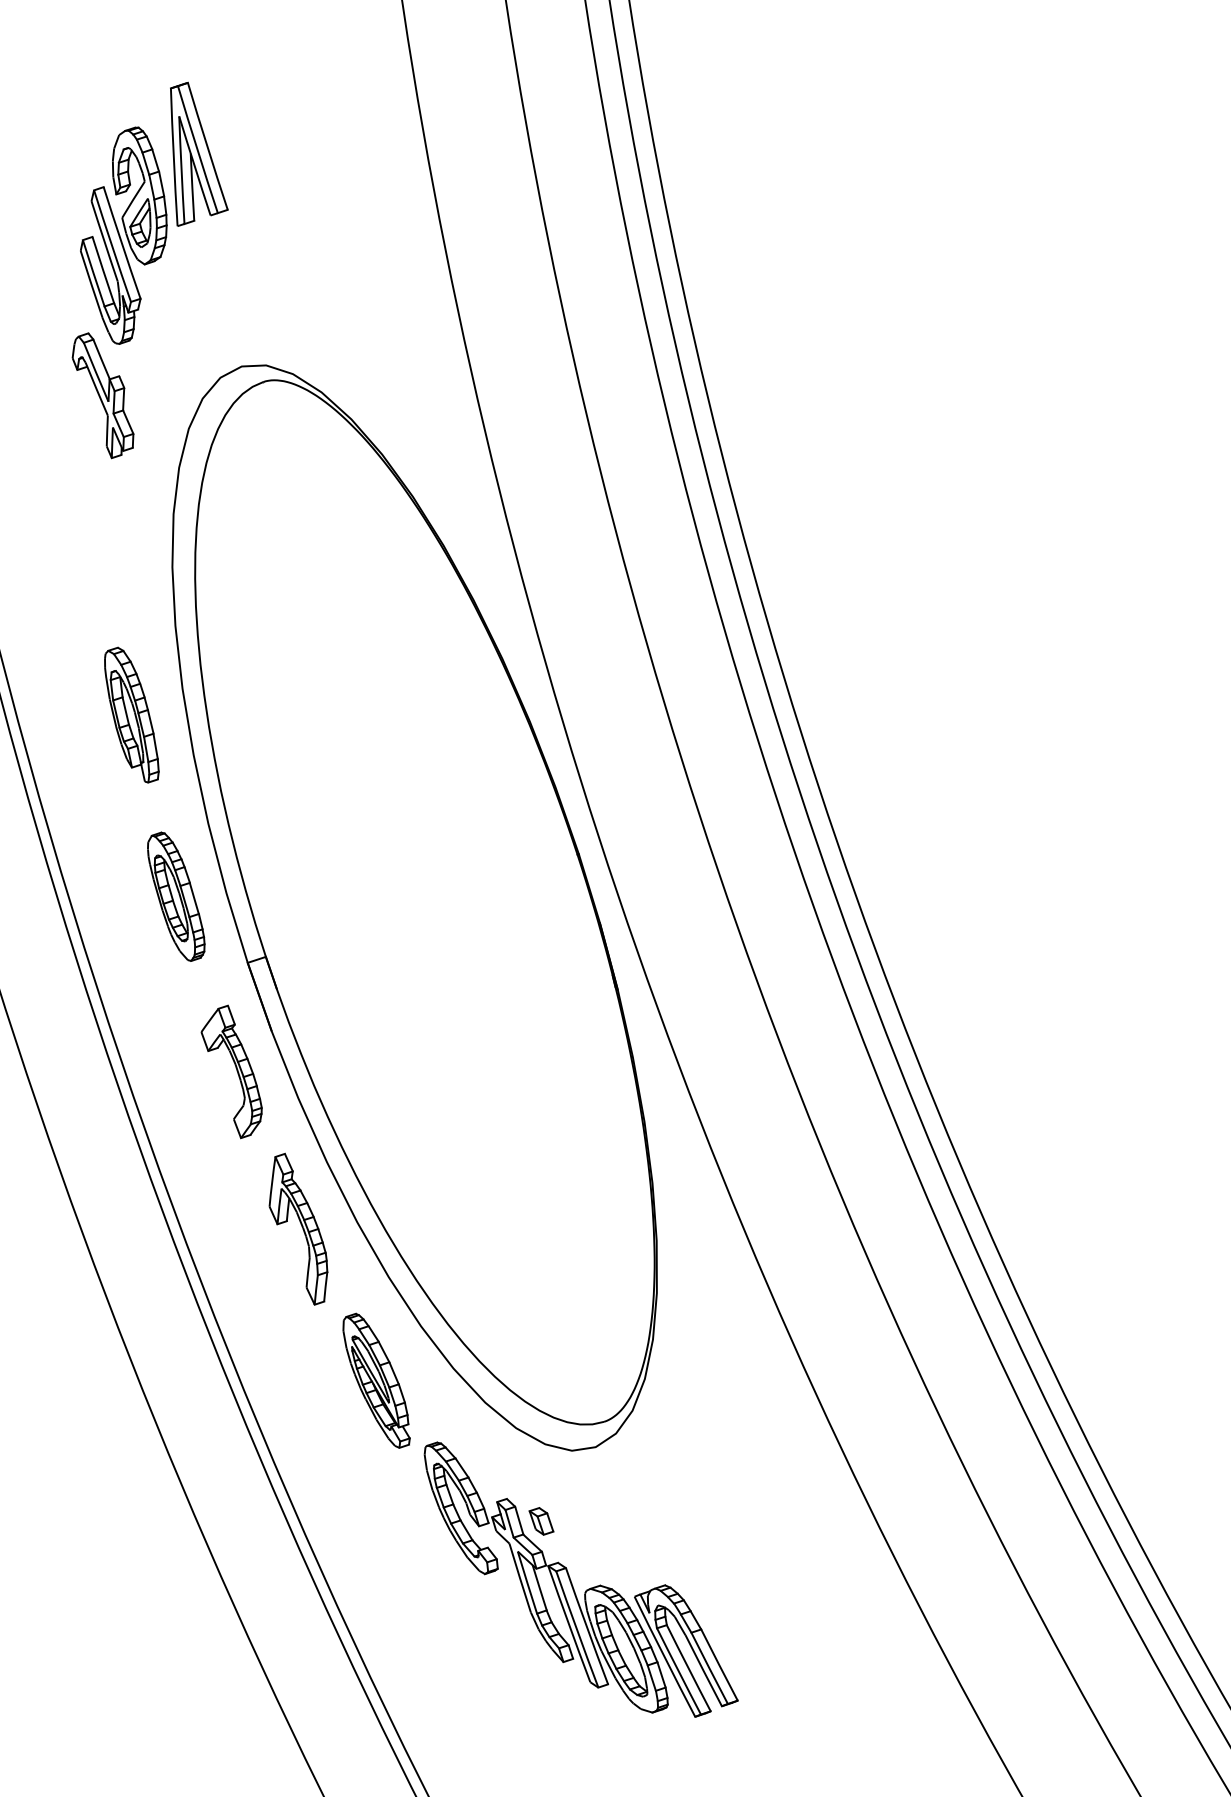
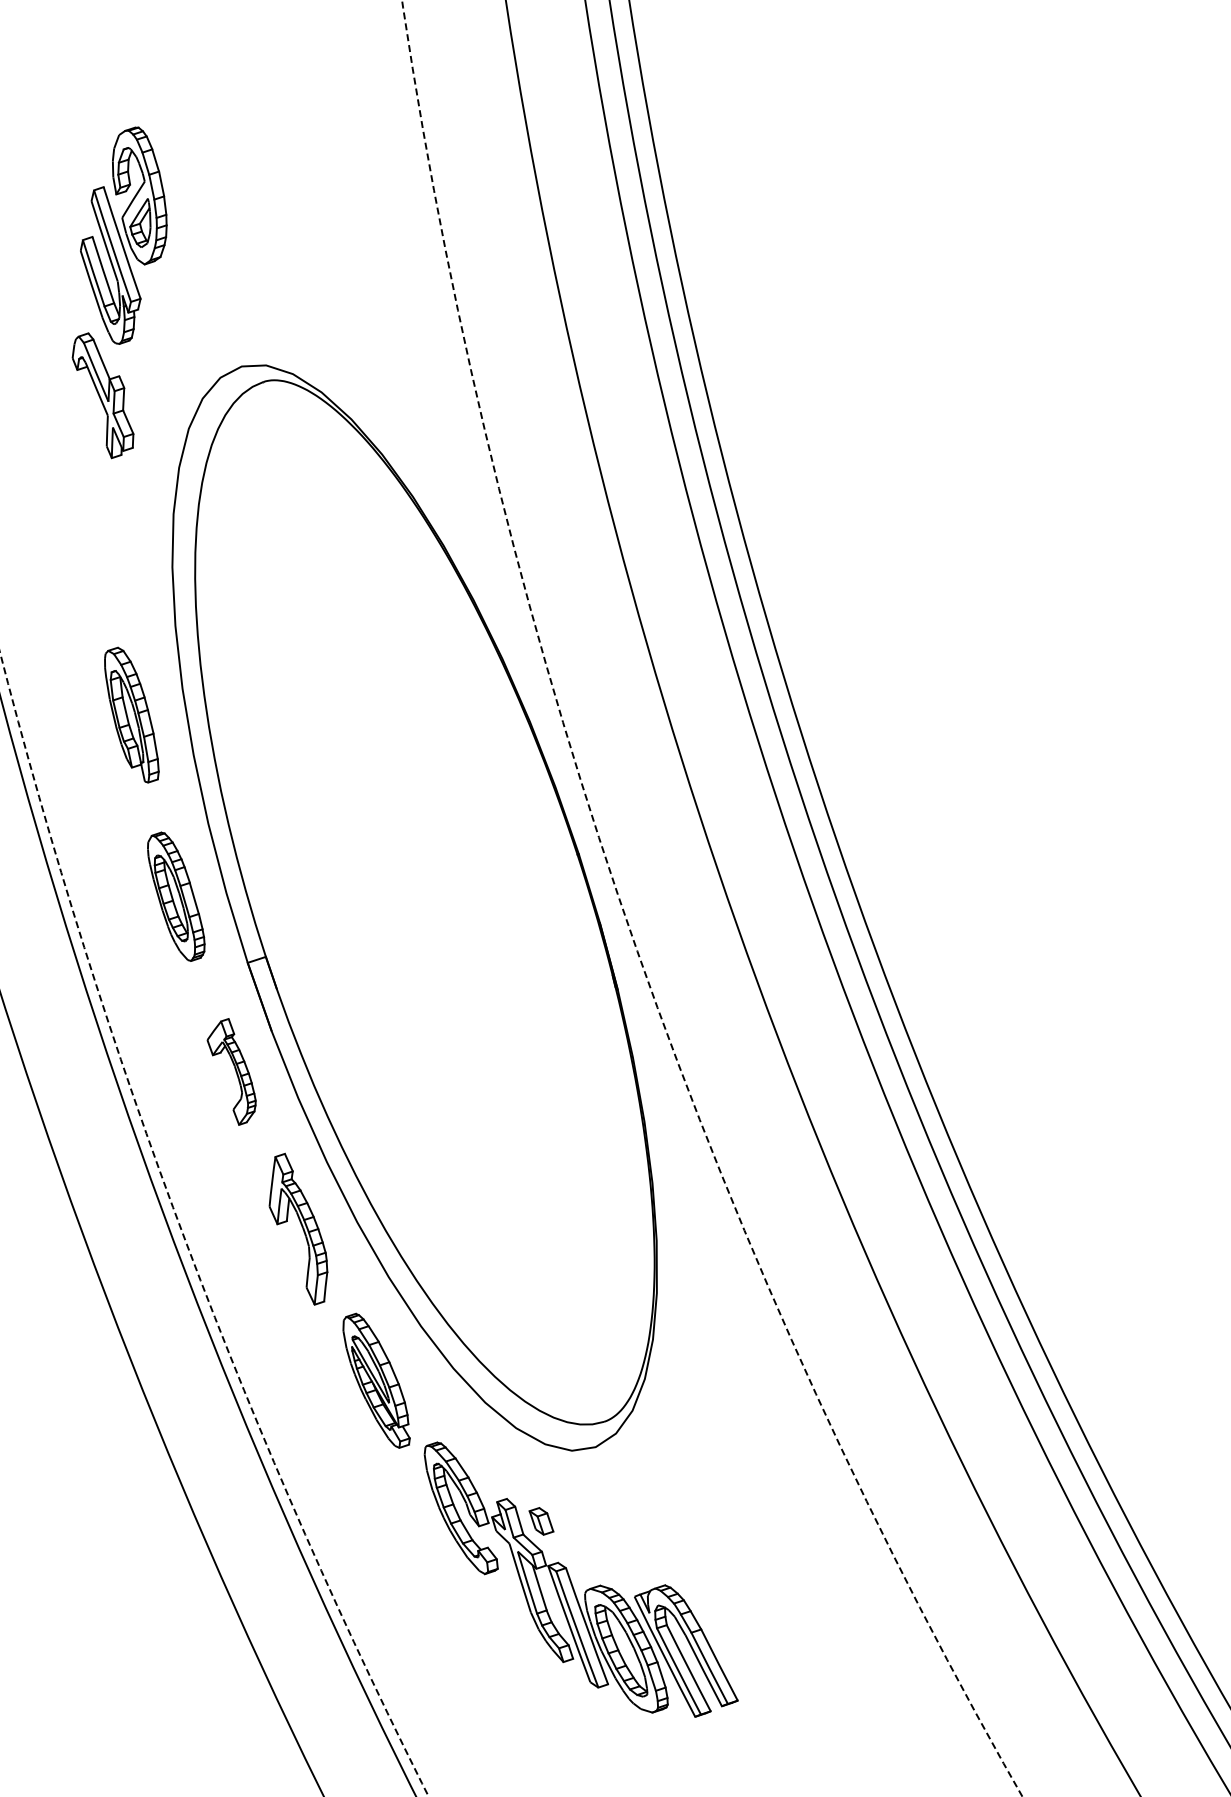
part at (199, 153): present -> none
arc at (629, 928): solid -> dashed
part at (231, 1071) size: 63x136 px -> 51x108 px
arc at (184, 1236): solid -> dashed
